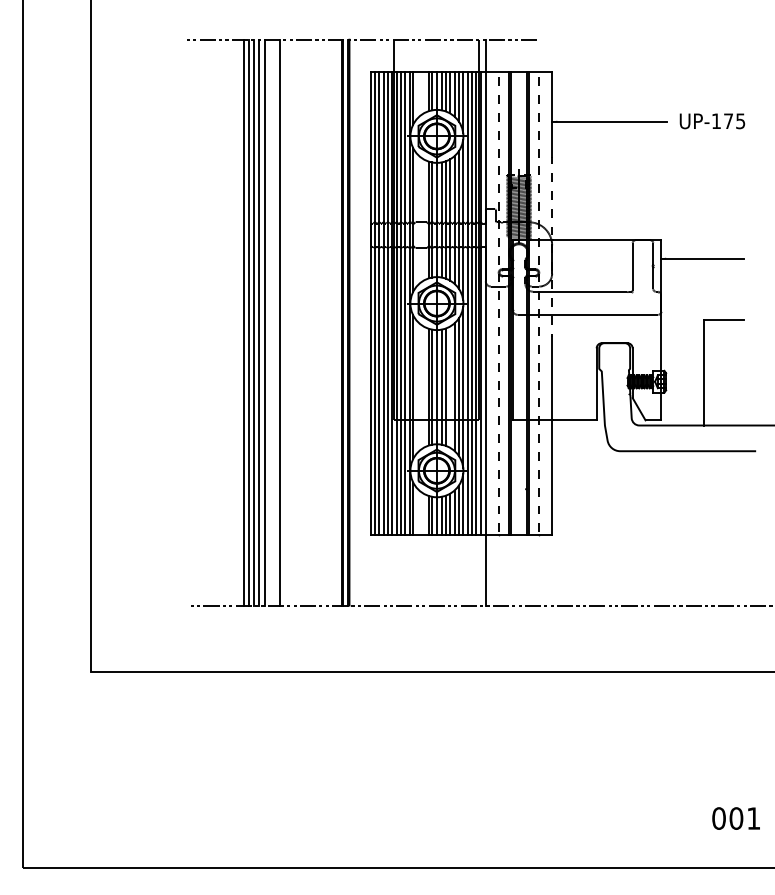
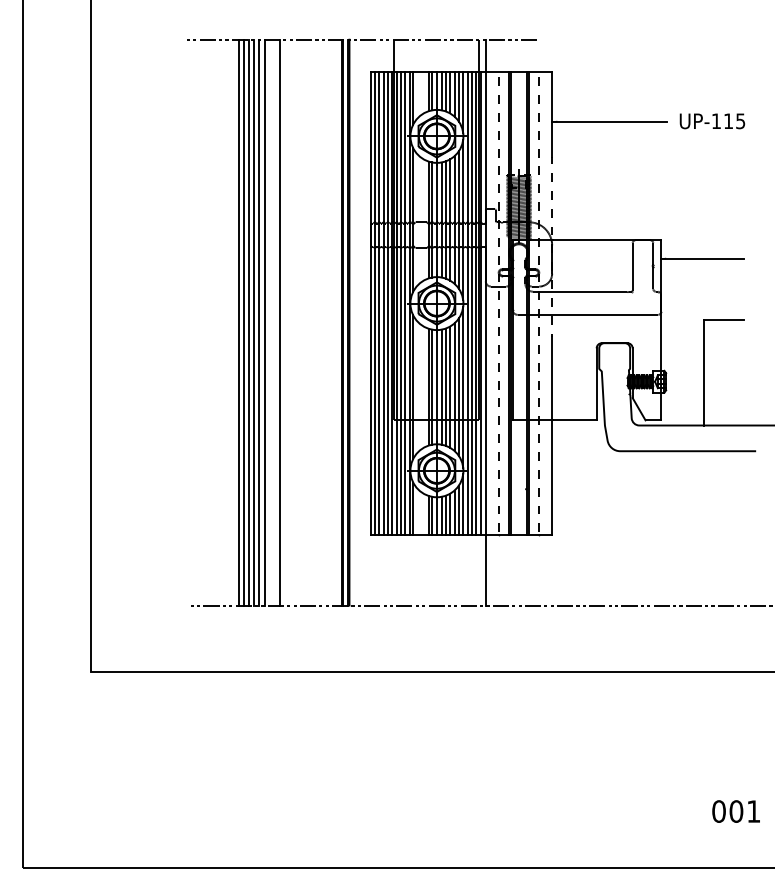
text at (728, 120): UP-175 -> UP-115
line at (238, 322): none -> present
line at (450, 386): none -> present
text at (735, 818) position: (735, 818) -> (735, 811)
